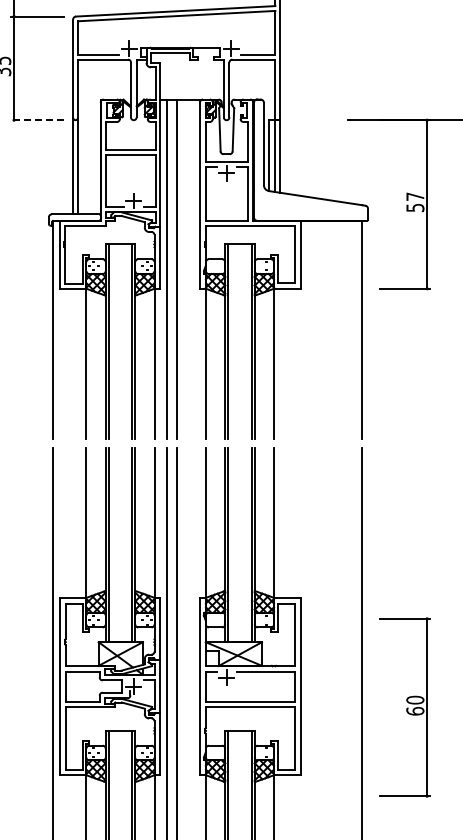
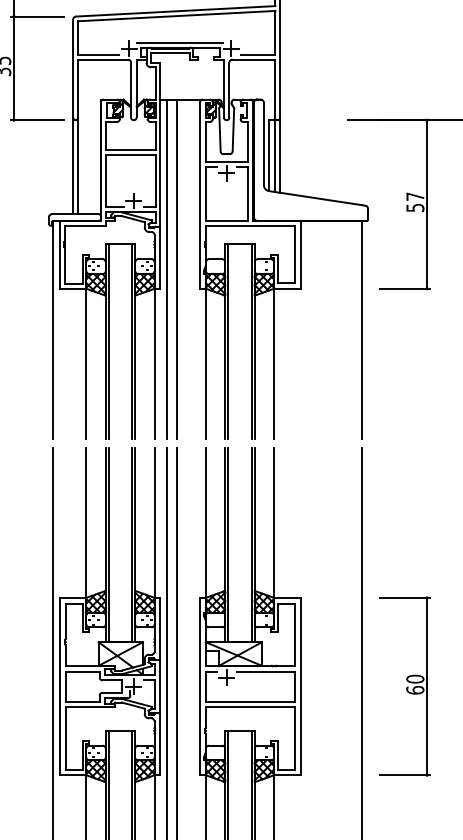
line at (180, 42): none -> present
line at (37, 120): dashed -> solid
part at (404, 707) position: (404, 707) -> (404, 686)
